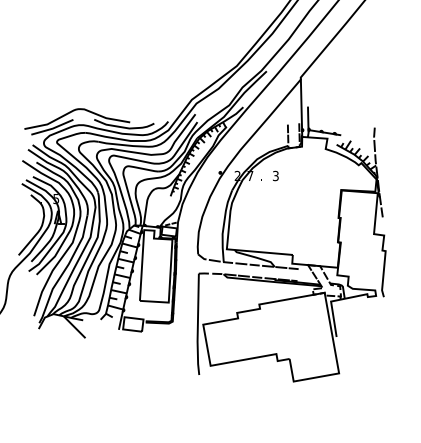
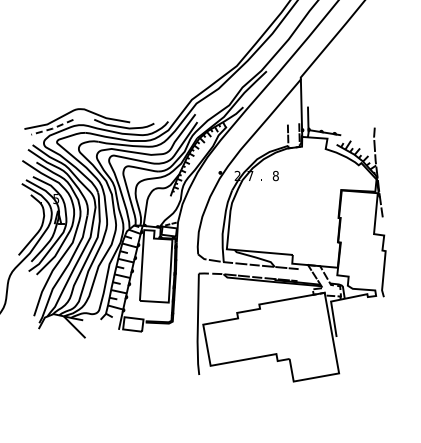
line at (52, 128): solid -> dashed
text at (275, 176): 3 -> 8
